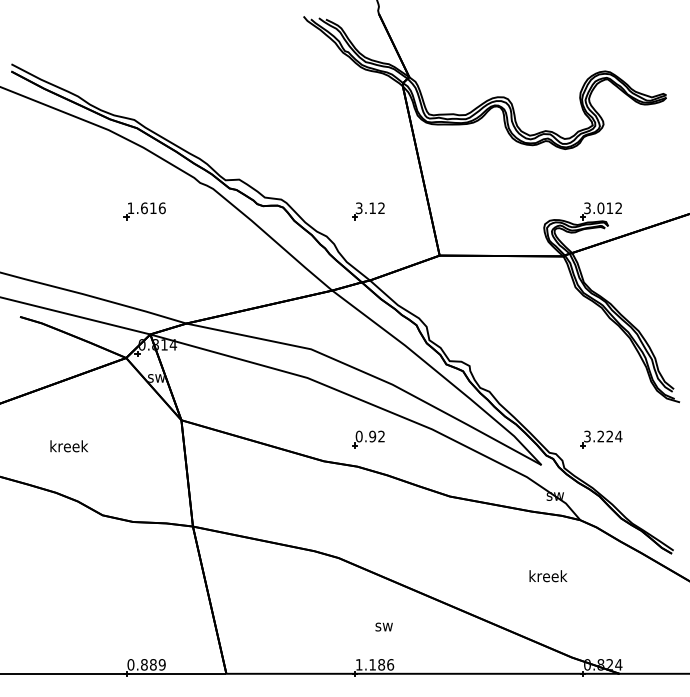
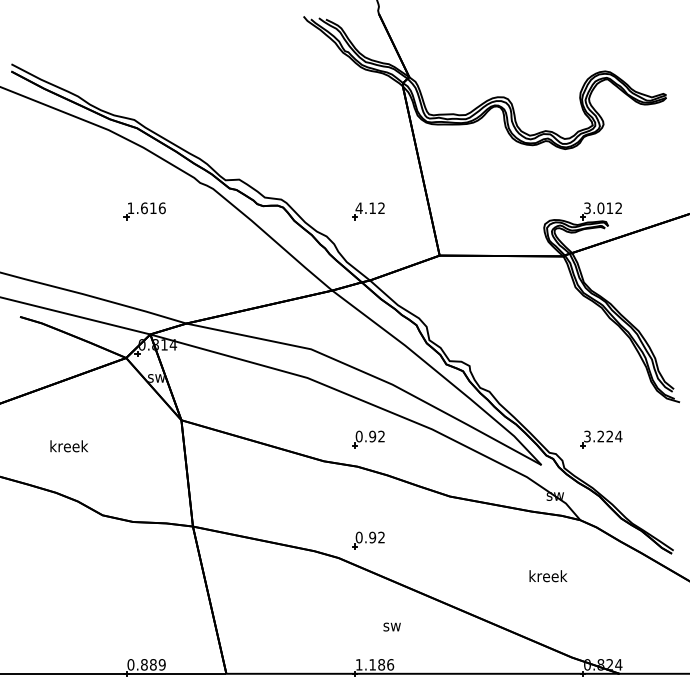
text at (358, 208): 3.12 -> 4.12
part at (368, 540): none -> present
text at (383, 626) position: (383, 626) -> (391, 626)
